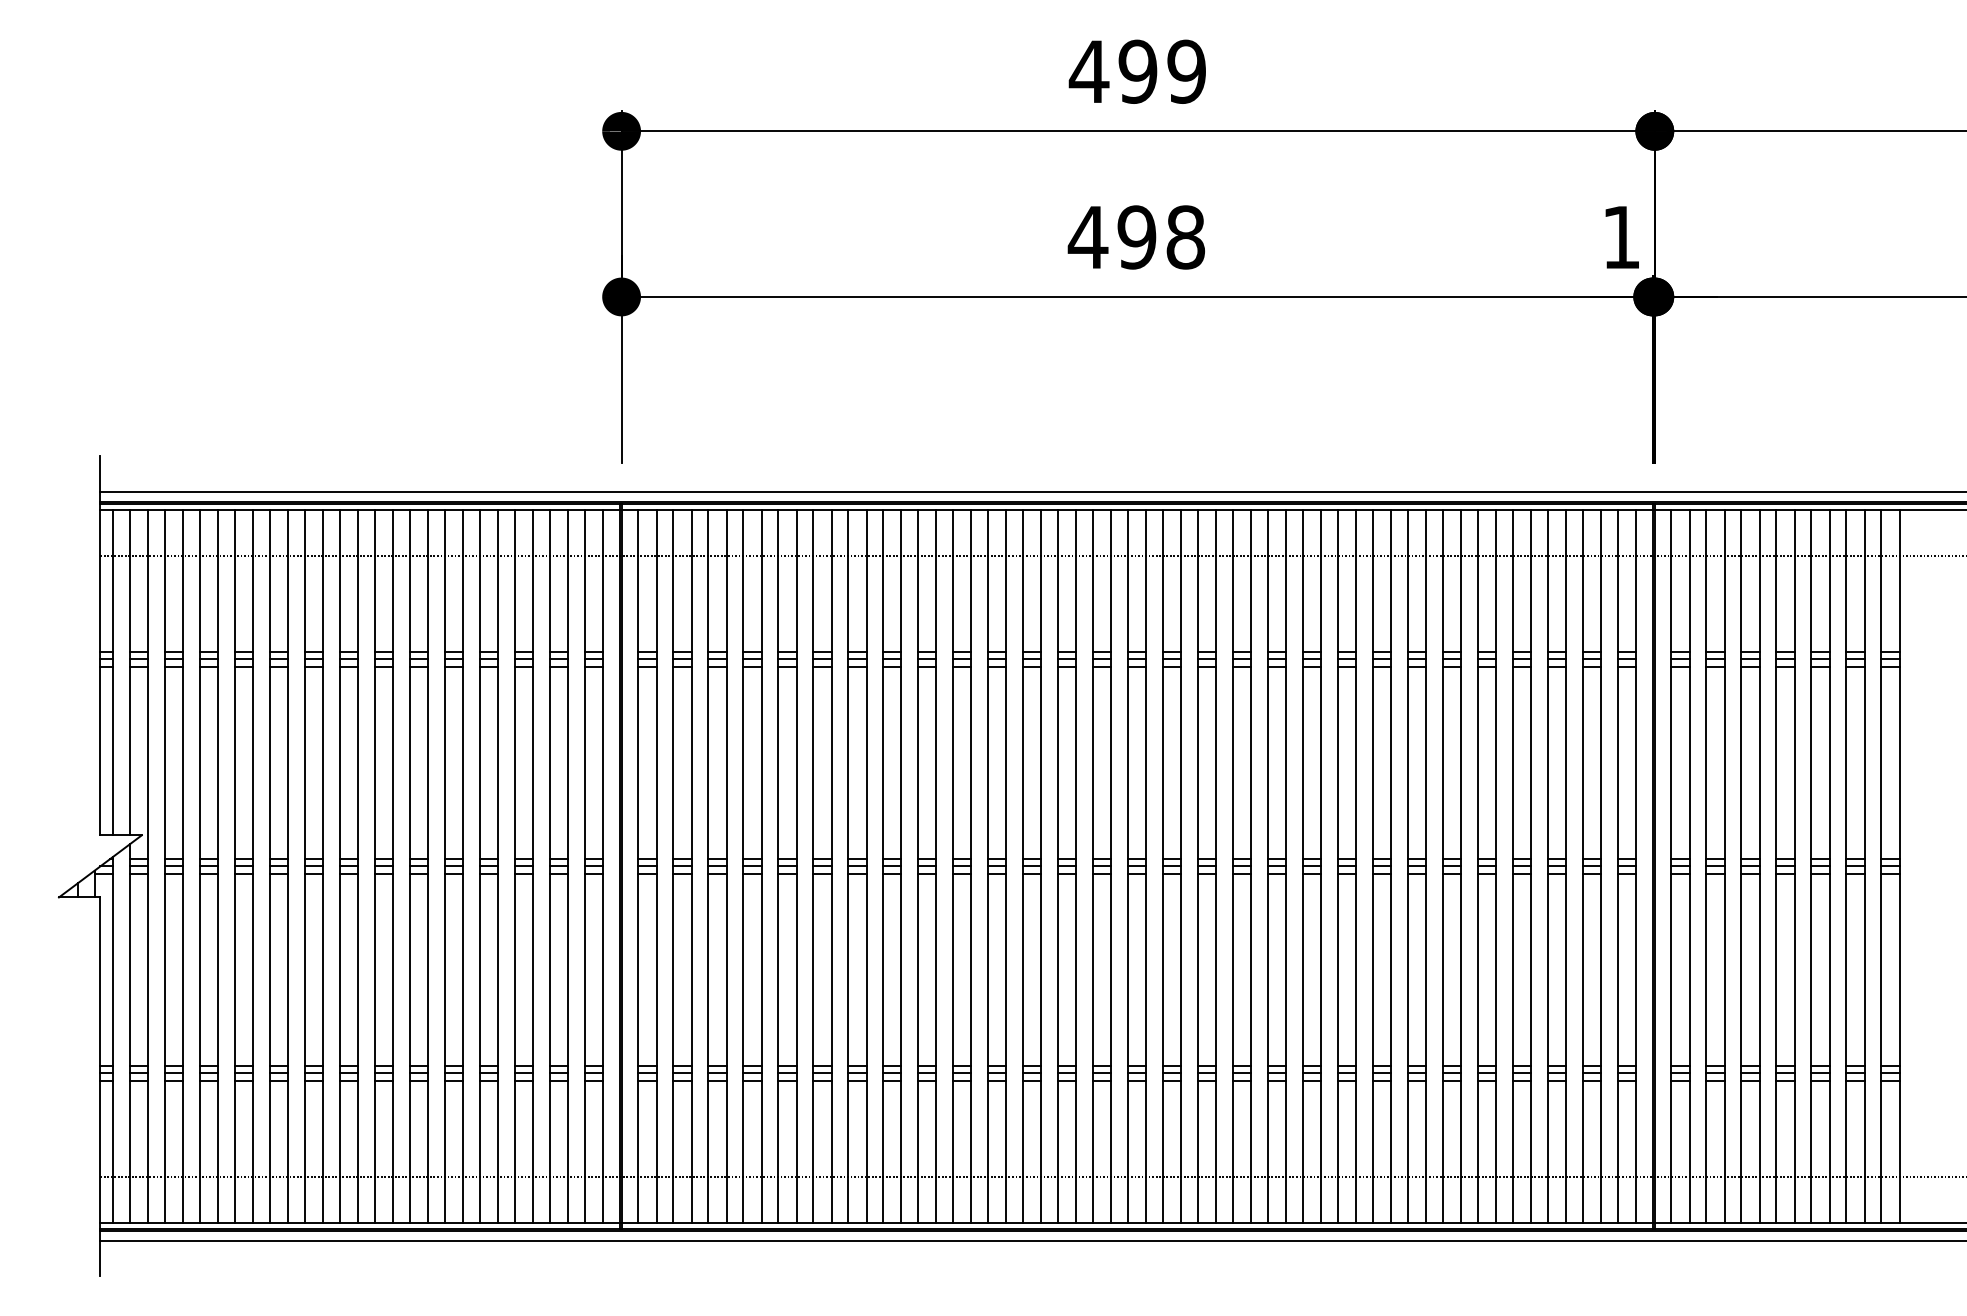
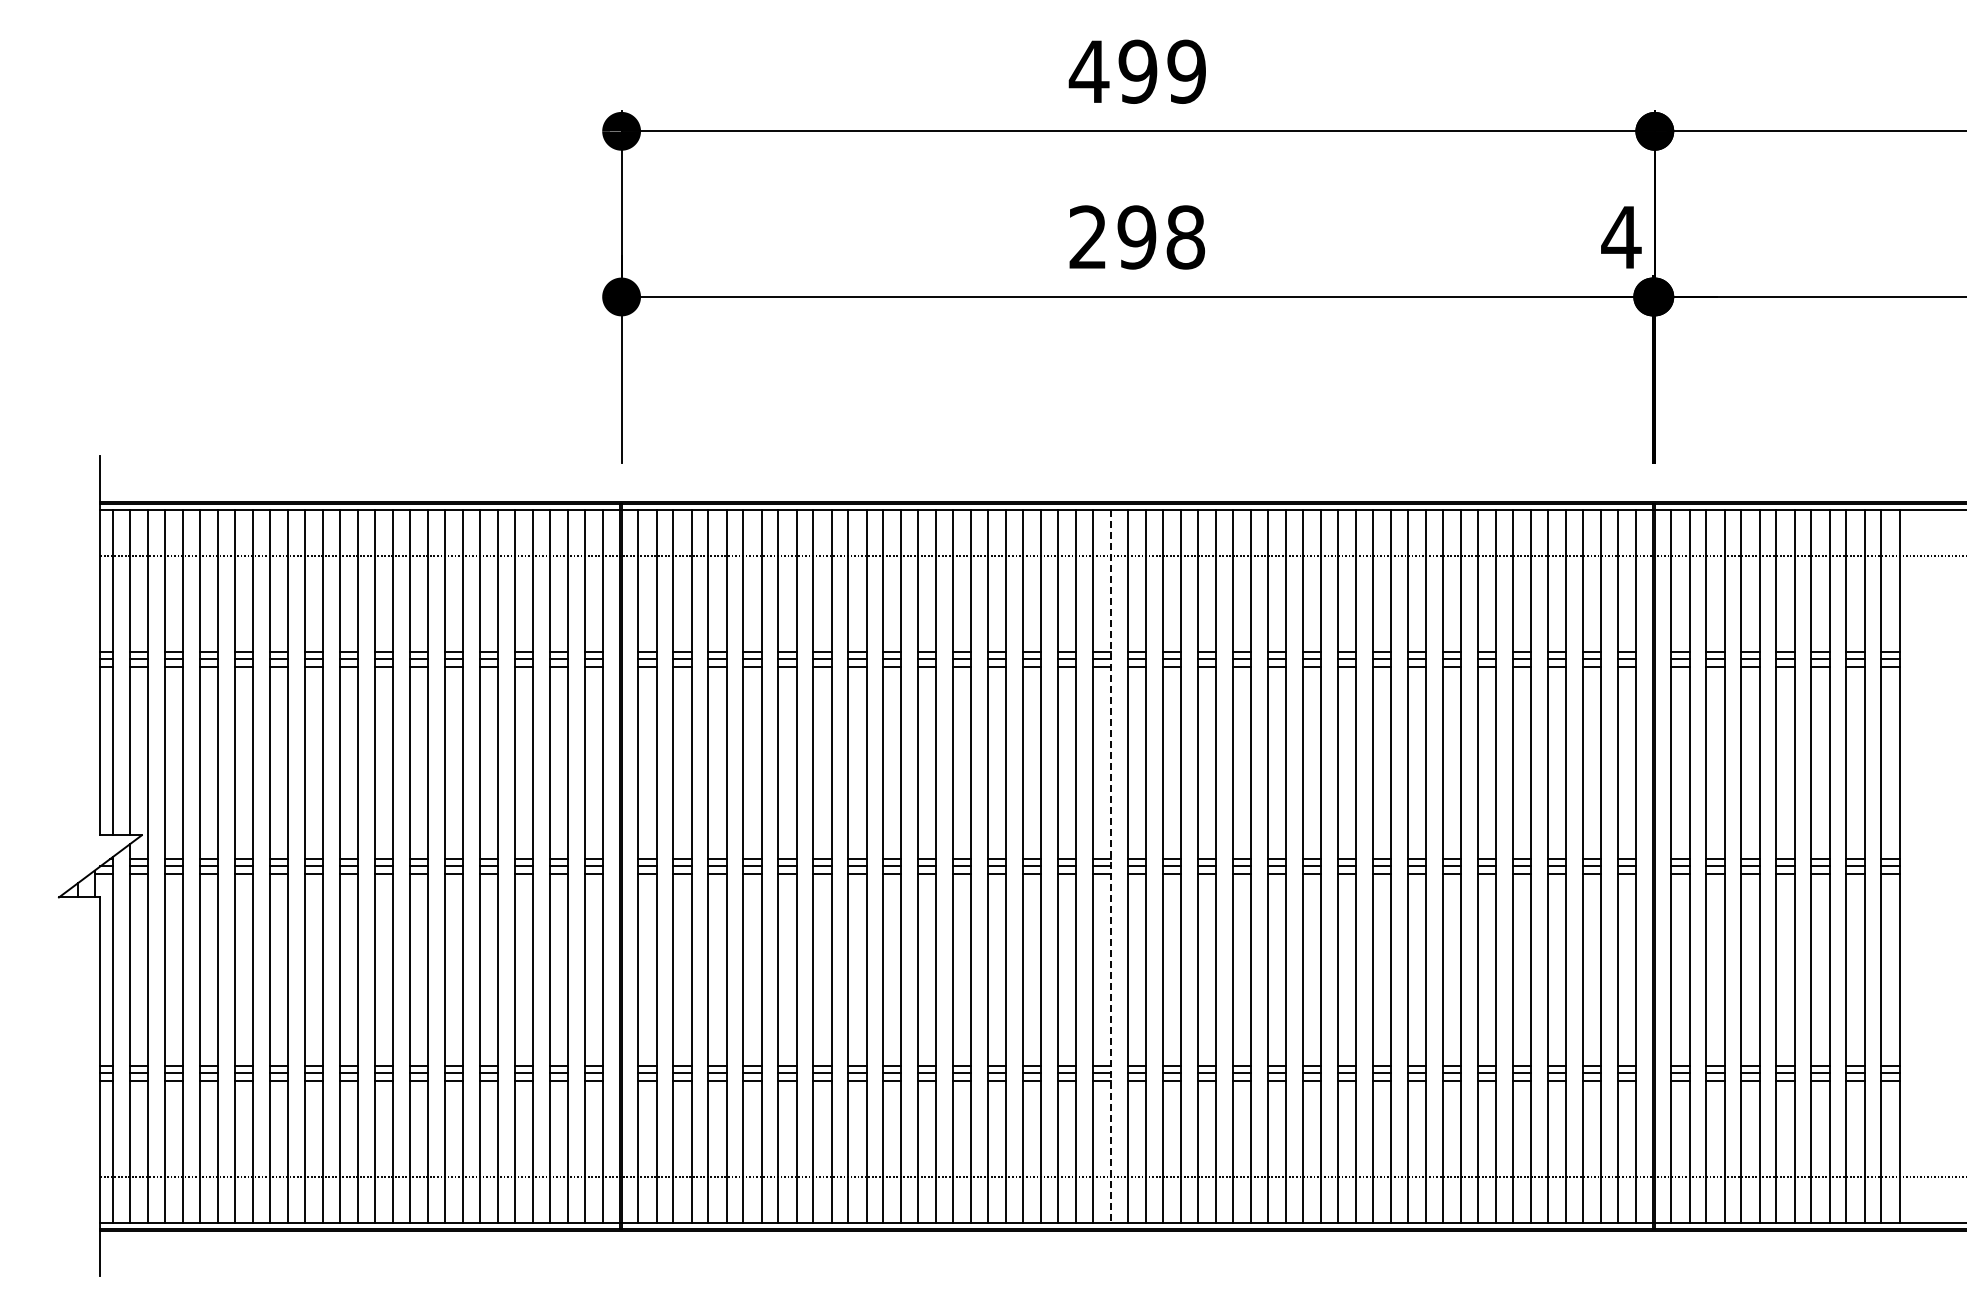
text at (1087, 236): 498 -> 298
text at (1621, 237): 1 -> 4
line at (1031, 491): present -> none
line at (1111, 866): solid -> dashed
line at (1031, 1241): present -> none
